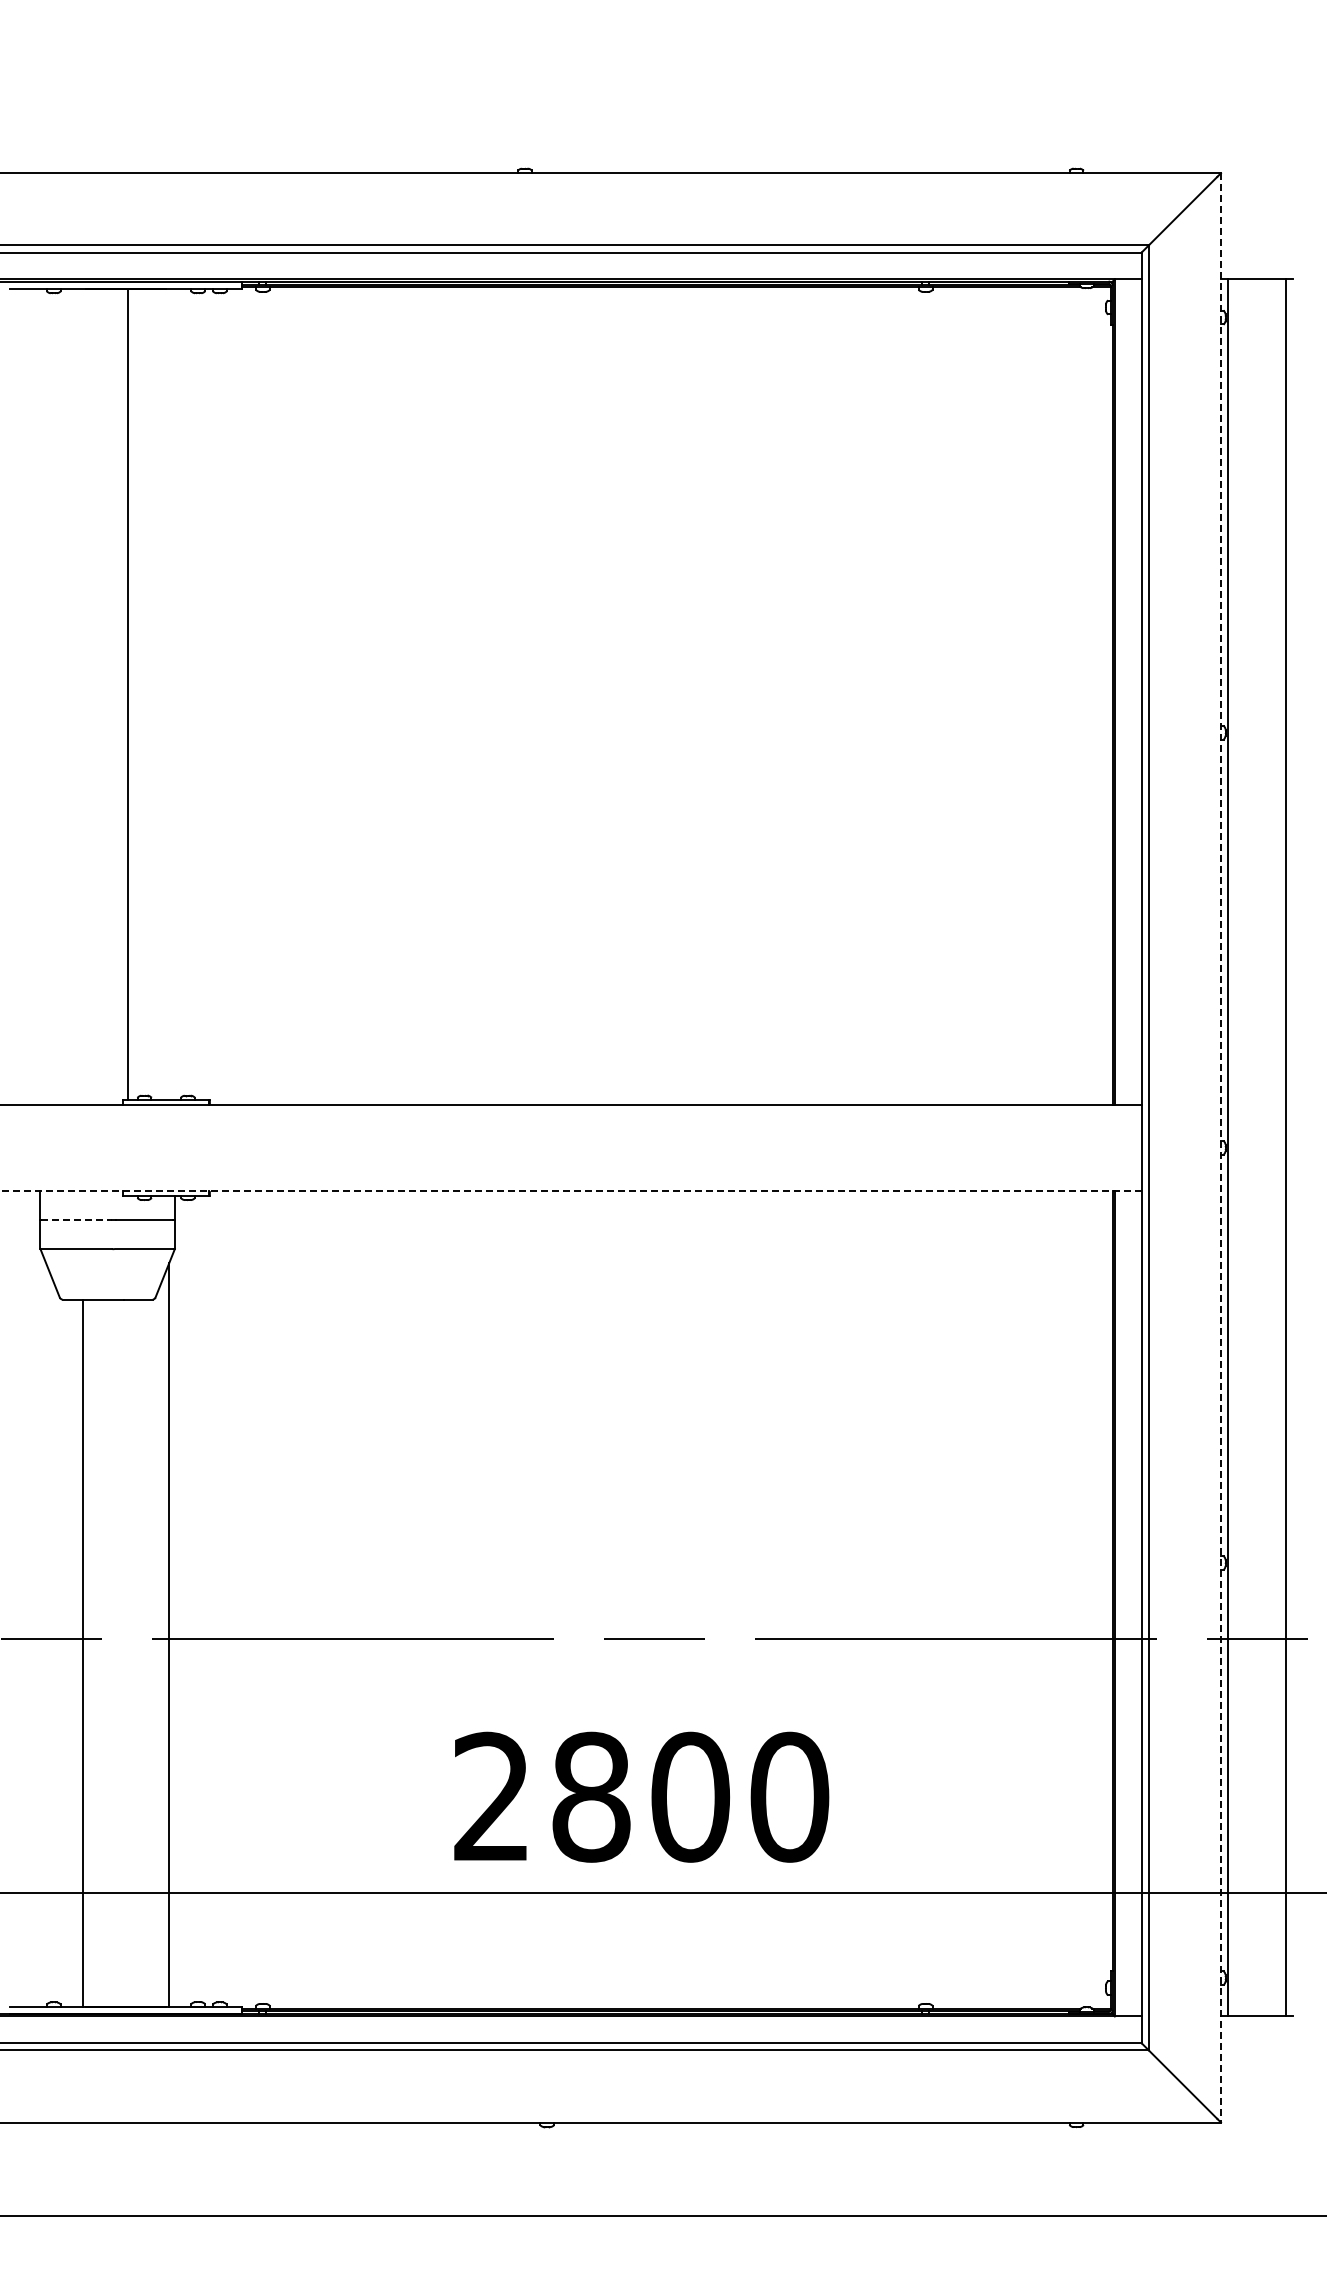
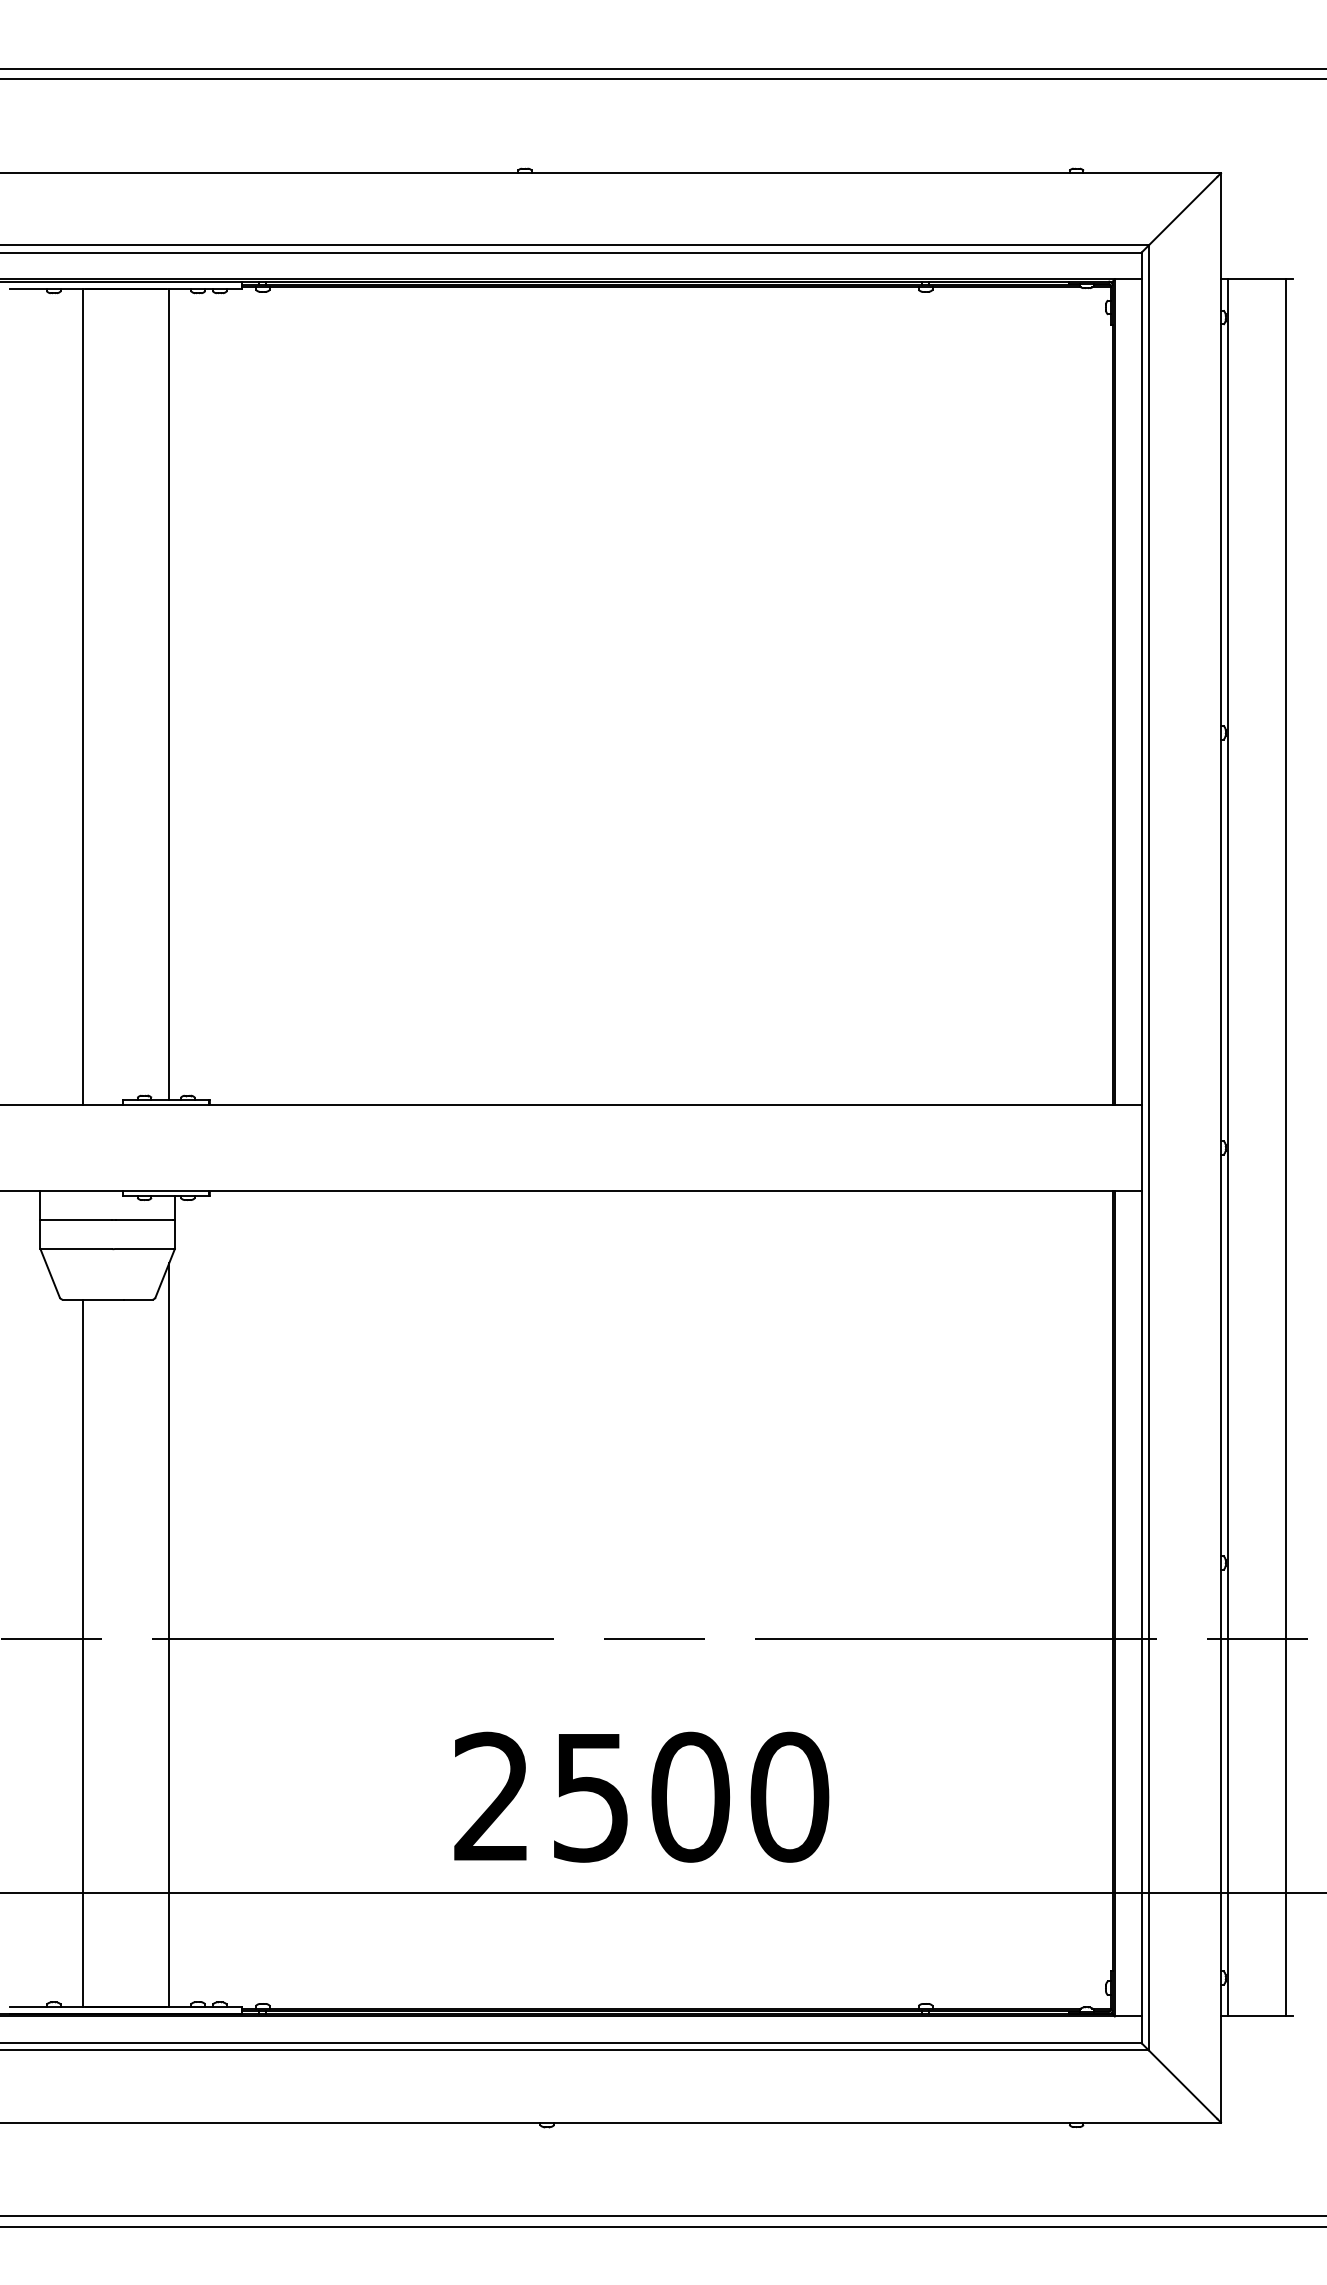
line at (662, 68): none -> present
line at (662, 79): none -> present
line at (128, 694) position: (128, 694) -> (169, 694)
line at (82, 696): none -> present
line at (1221, 1147): dashed -> solid
line at (570, 1191): dashed -> solid
line at (76, 1220): dashed -> solid
text at (591, 1796): 2800 -> 2500
line at (662, 2227): none -> present
